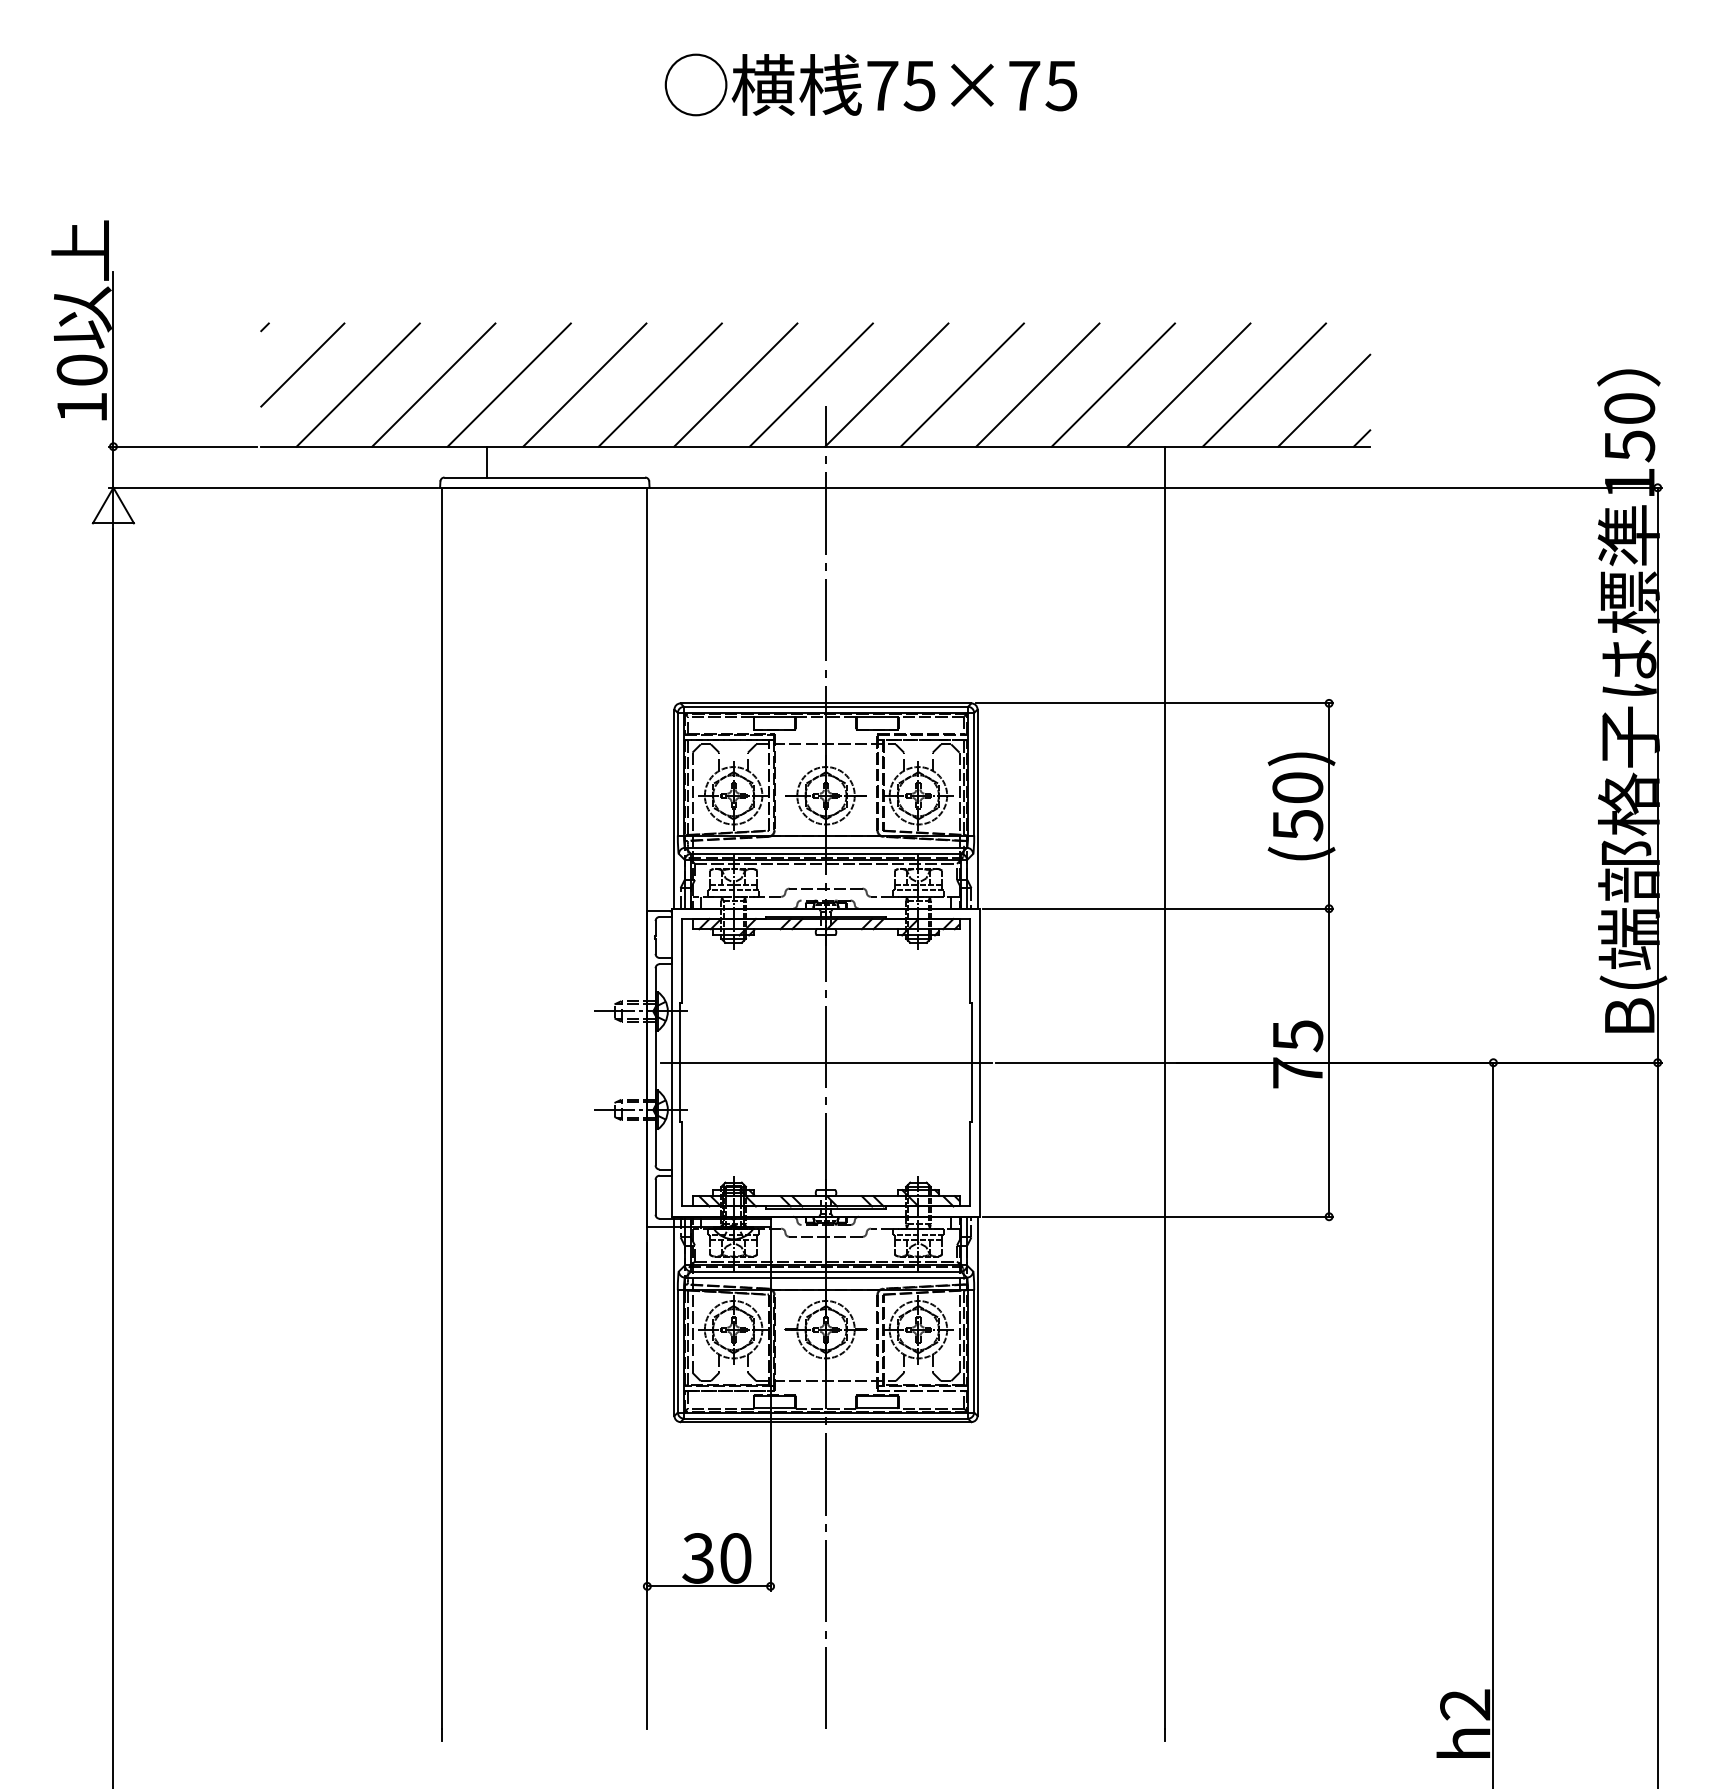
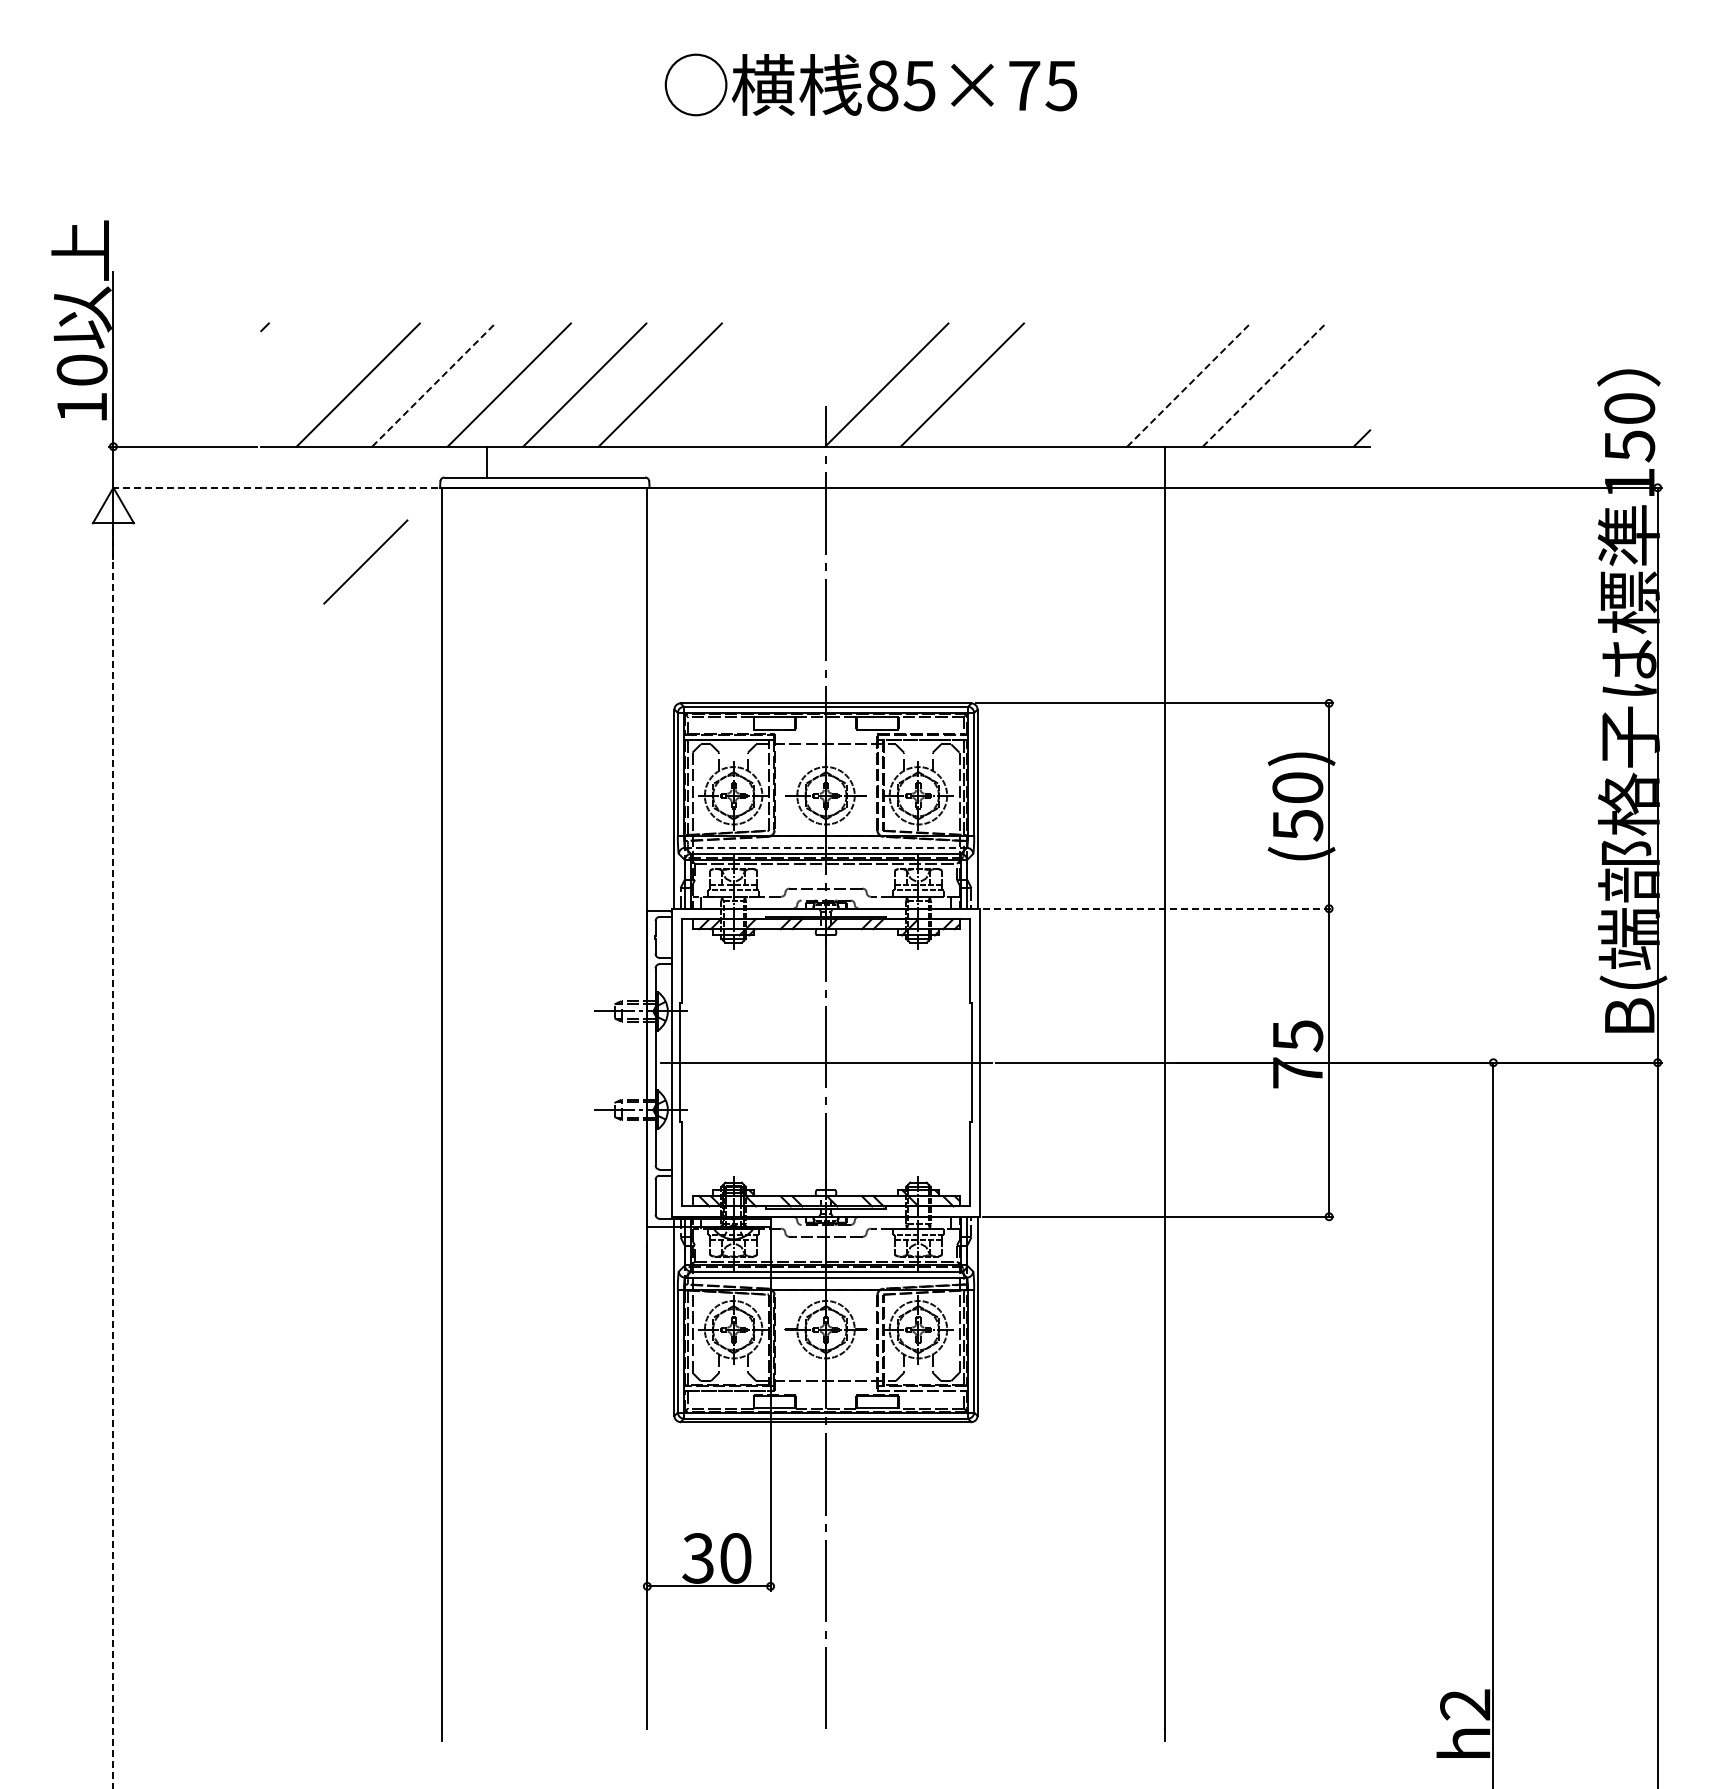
text at (882, 85): 75×75 -> 85×75
line at (302, 364) position: (302, 364) -> (365, 561)
line at (434, 384): solid -> dashed
line at (735, 384): present -> none
line at (810, 384): present -> none
line at (1037, 384): present -> none
line at (1112, 384): present -> none
line at (1189, 384): solid -> dashed
line at (1264, 384): solid -> dashed
line at (1324, 400): present -> none
line at (273, 487): solid -> dashed
line at (826, 847): solid -> dashed
line at (1158, 908): solid -> dashed
line at (113, 1158): solid -> dashed
